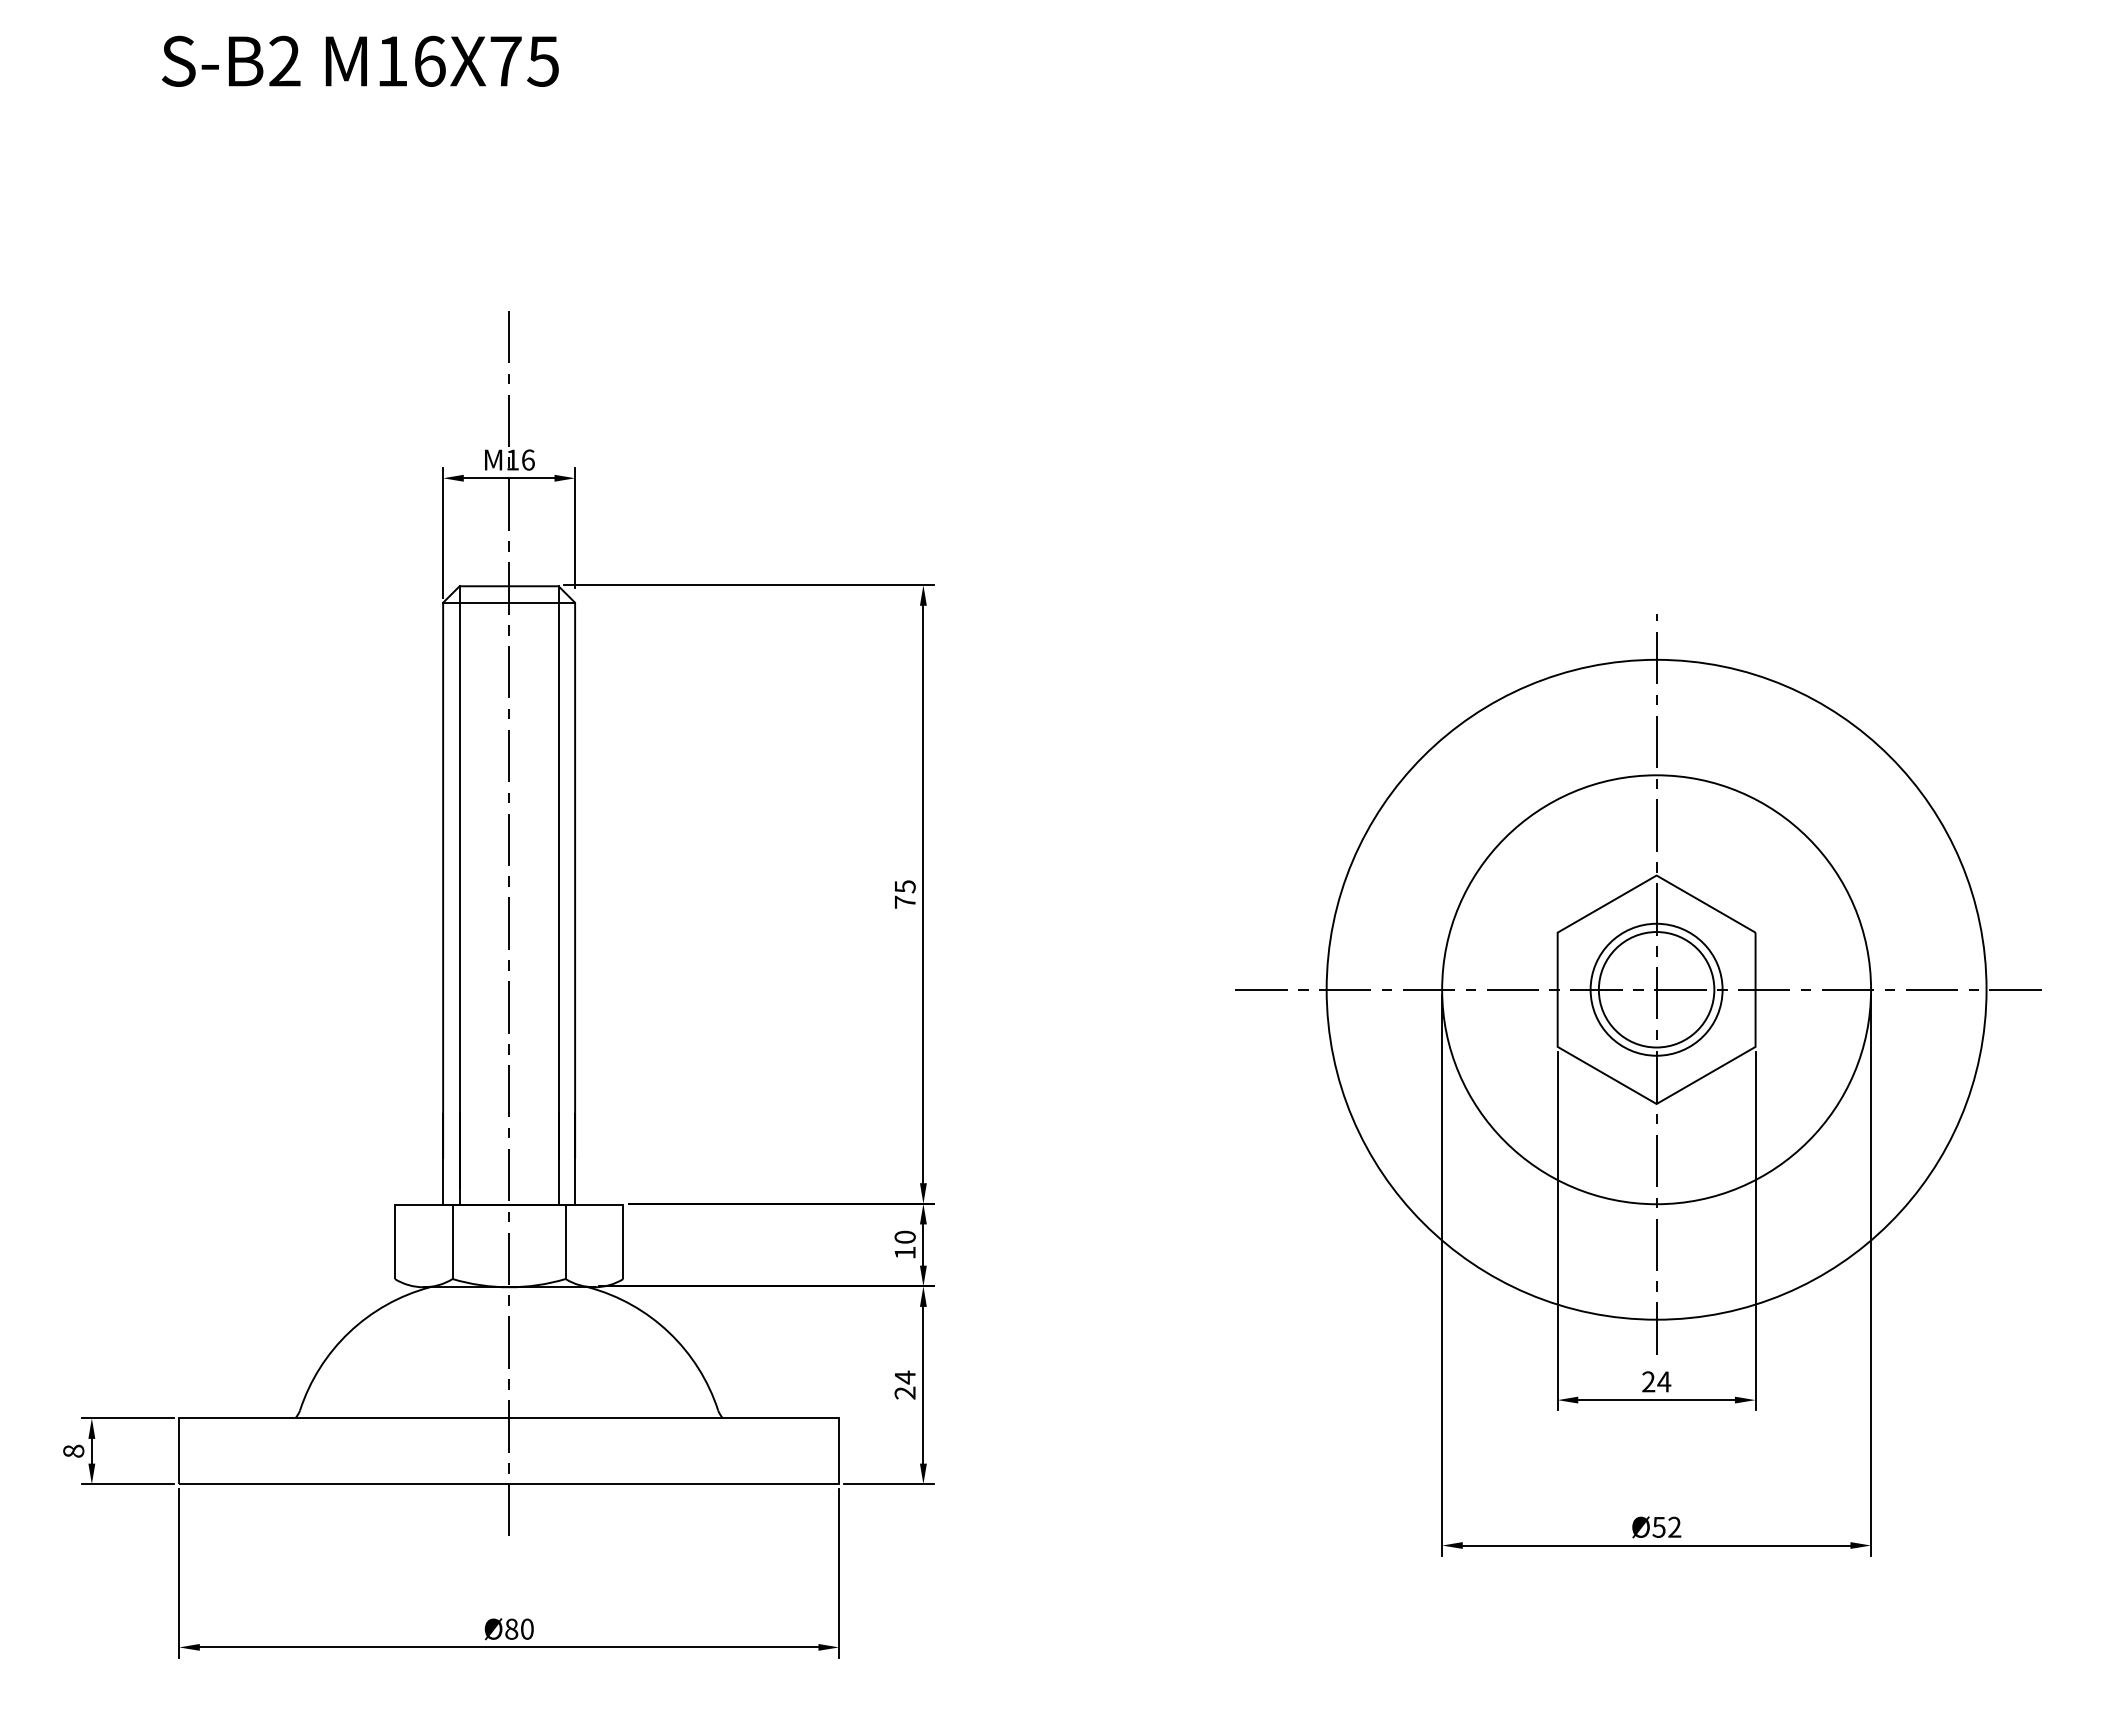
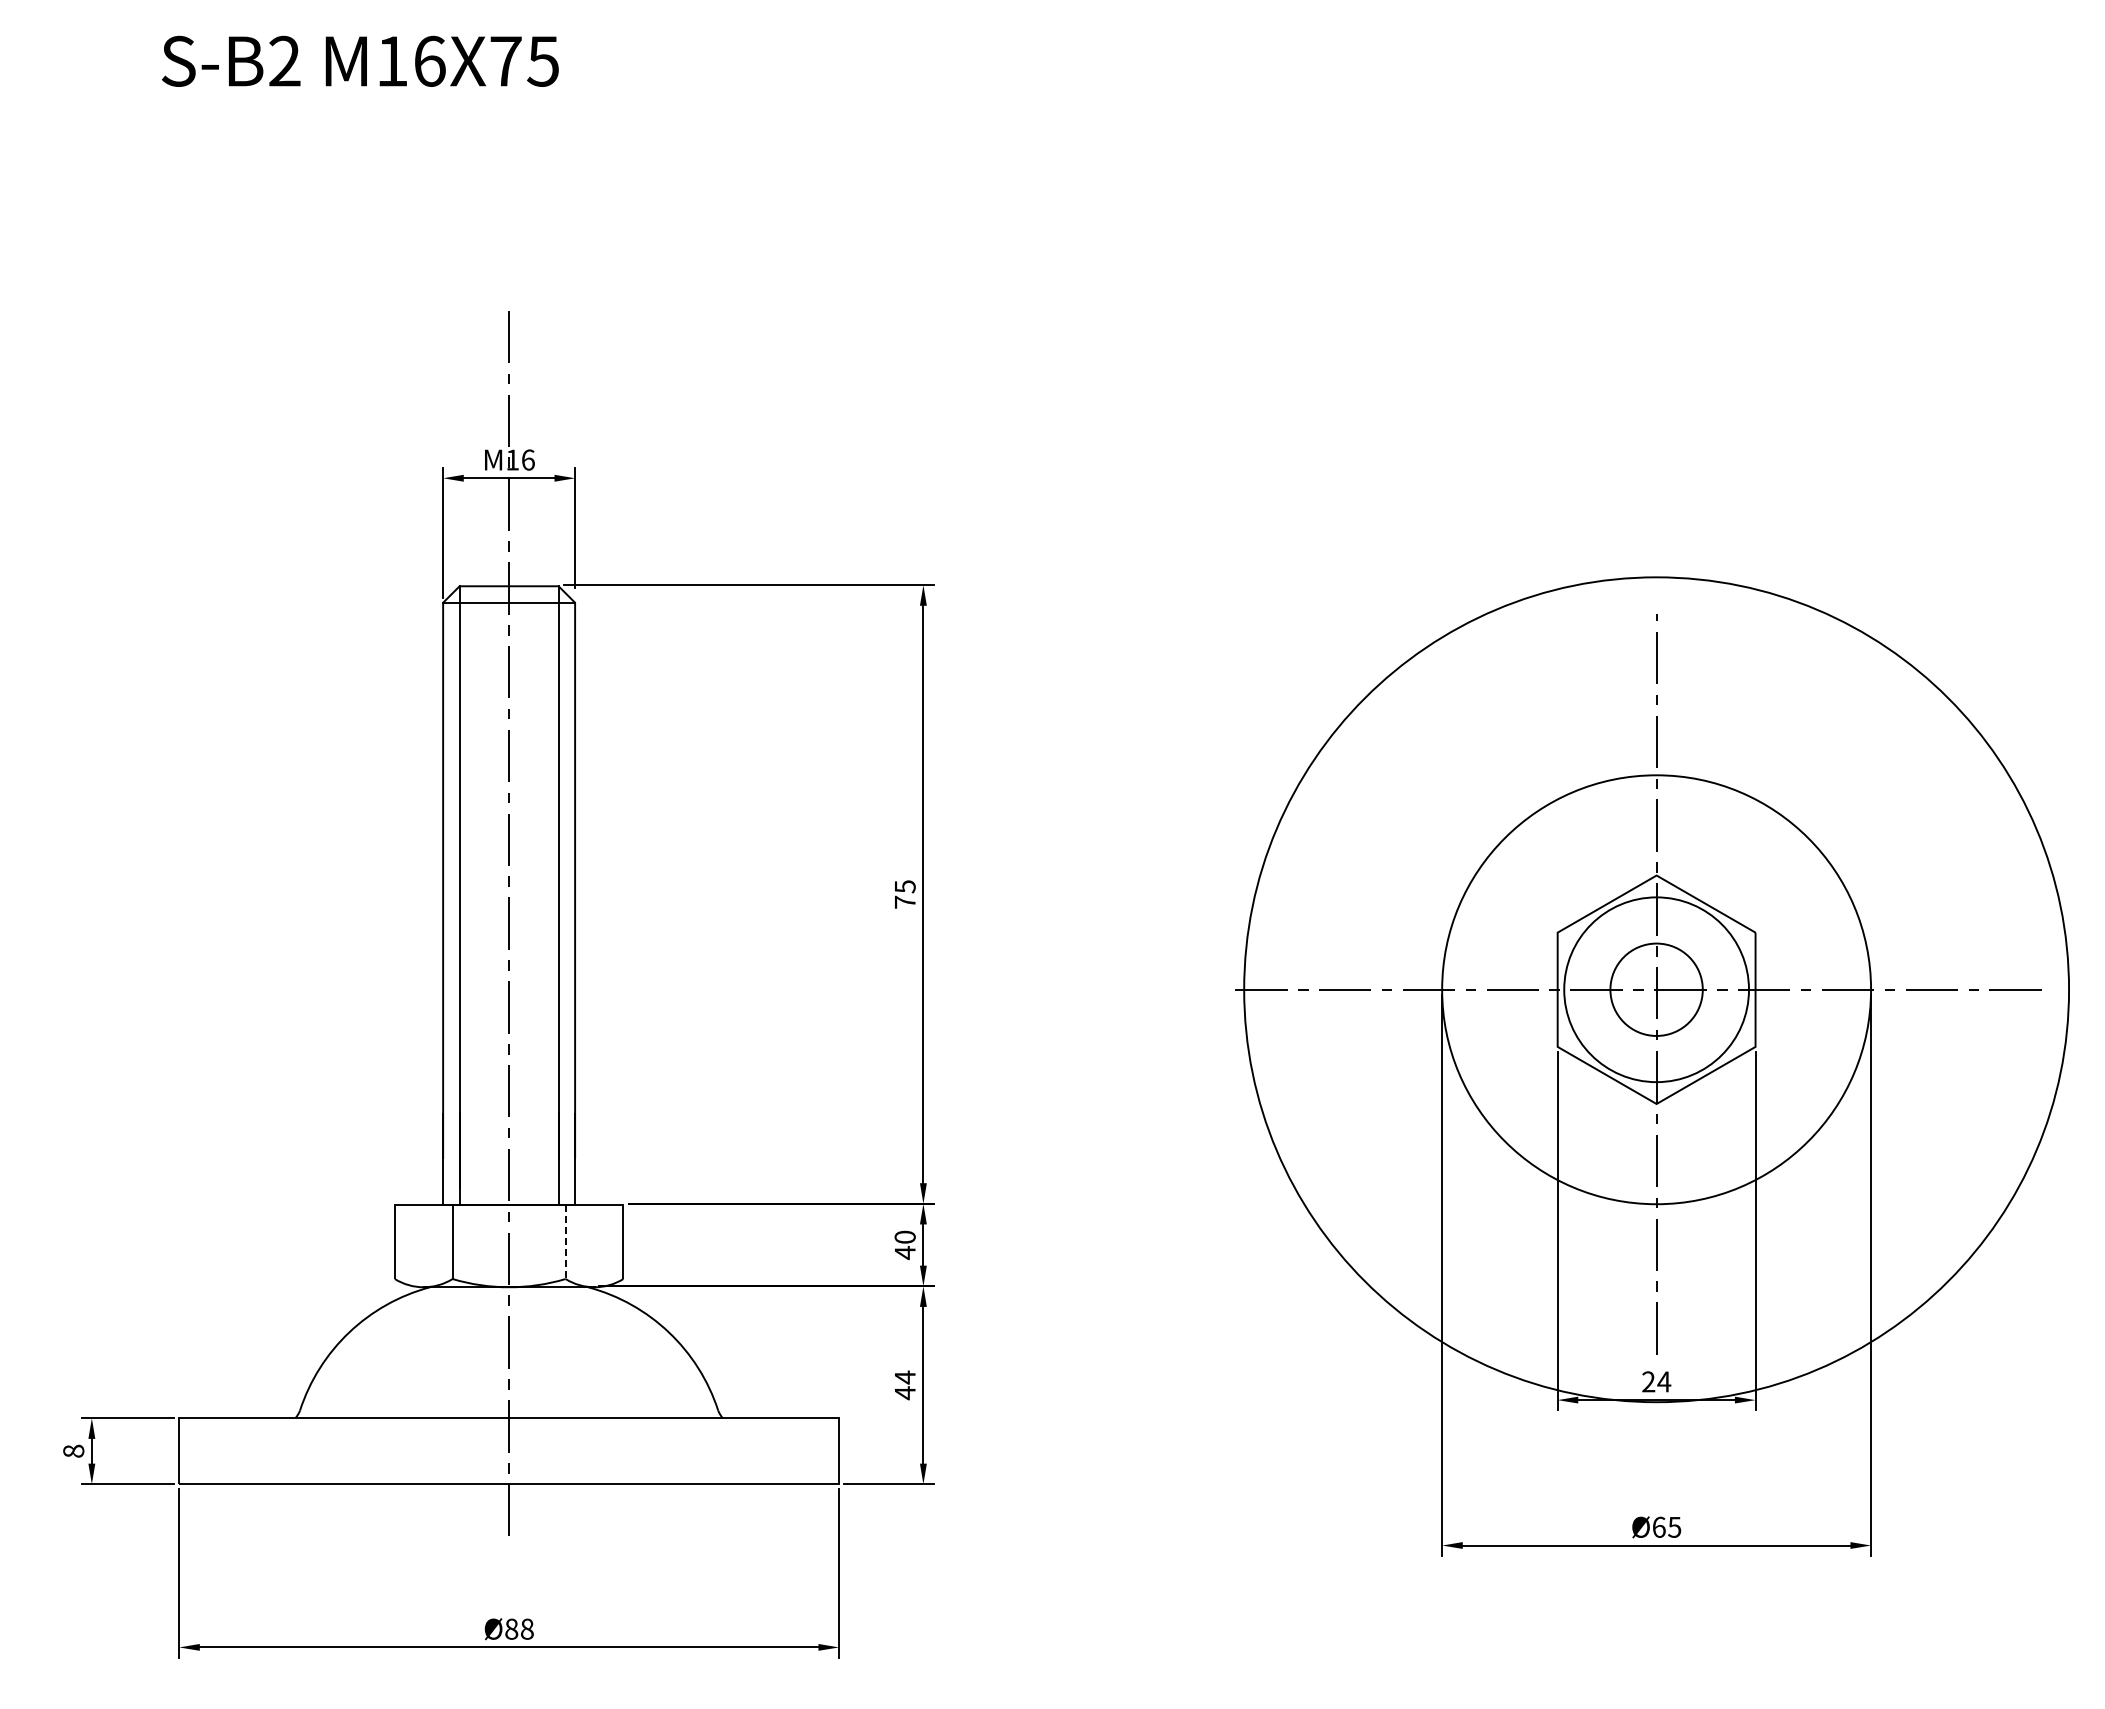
circle at (1656, 989) diameter: 115 px -> 92 px
circle at (1656, 989) diameter: 132 px -> 185 px
circle at (1656, 989) diameter: 660 px -> 825 px
line at (565, 1242): solid -> dashed
text at (905, 1253): 10 -> 40
text at (904, 1393): 24 -> 44
text at (1666, 1526): Ø52 -> Ø65
text at (527, 1629): Ø80 -> Ø88
